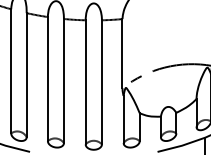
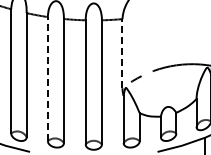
line at (122, 53): solid -> dashed
line at (47, 78): solid -> dashed
